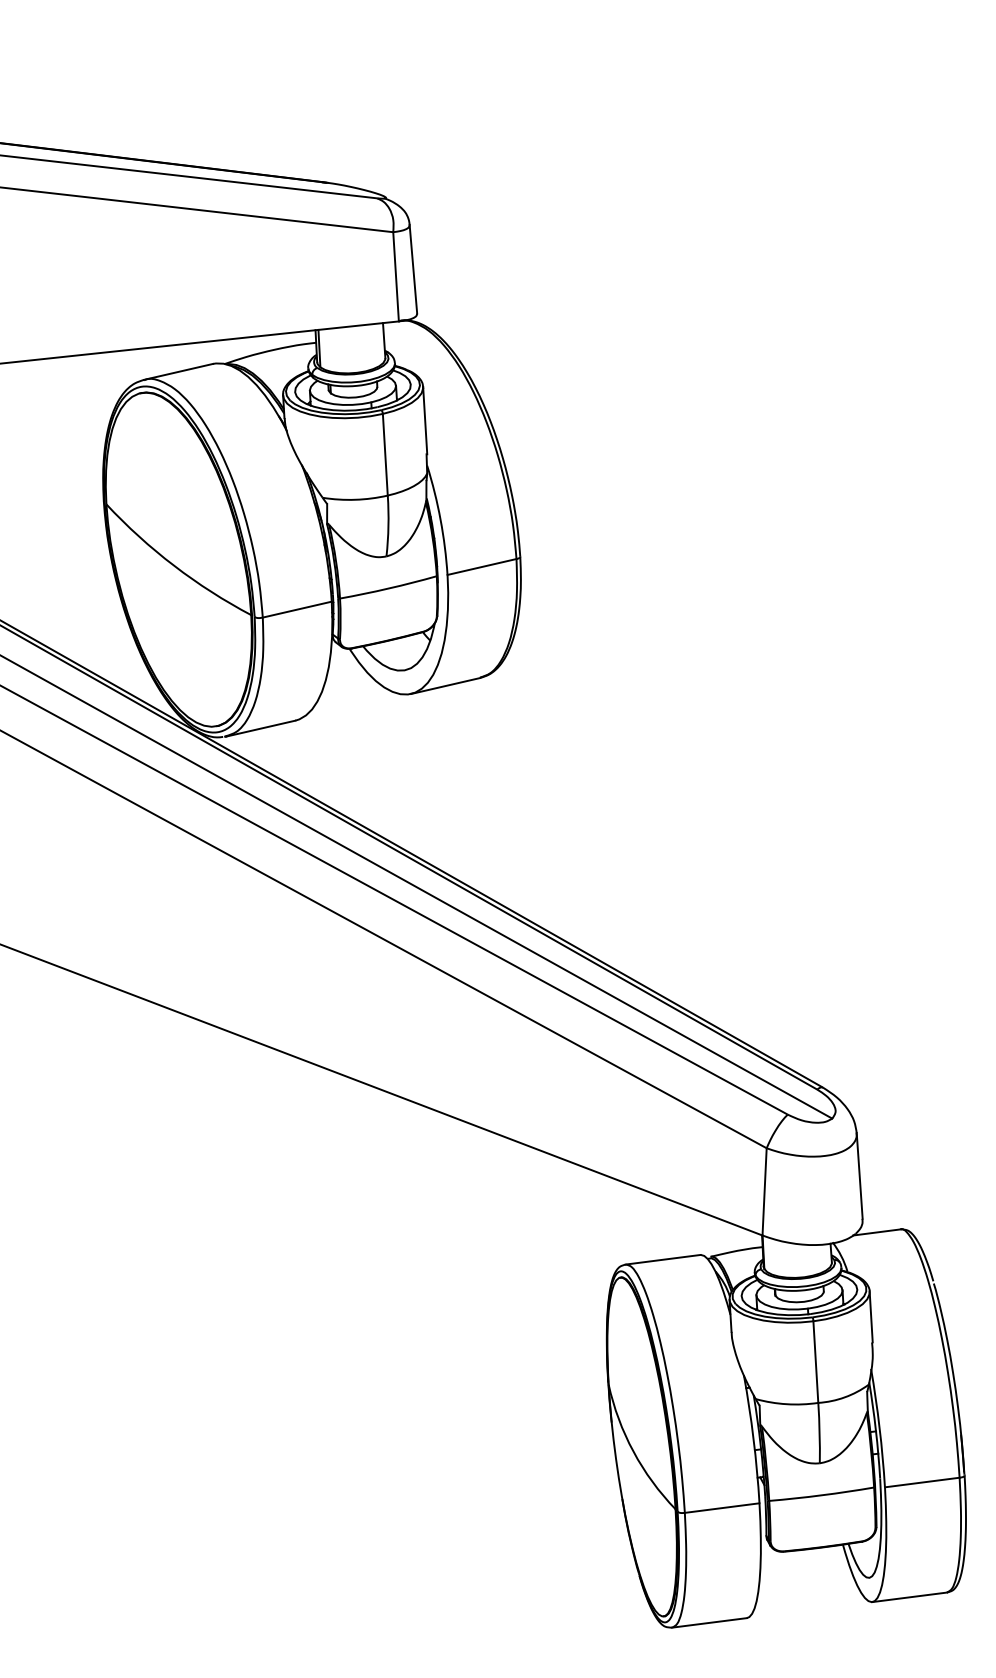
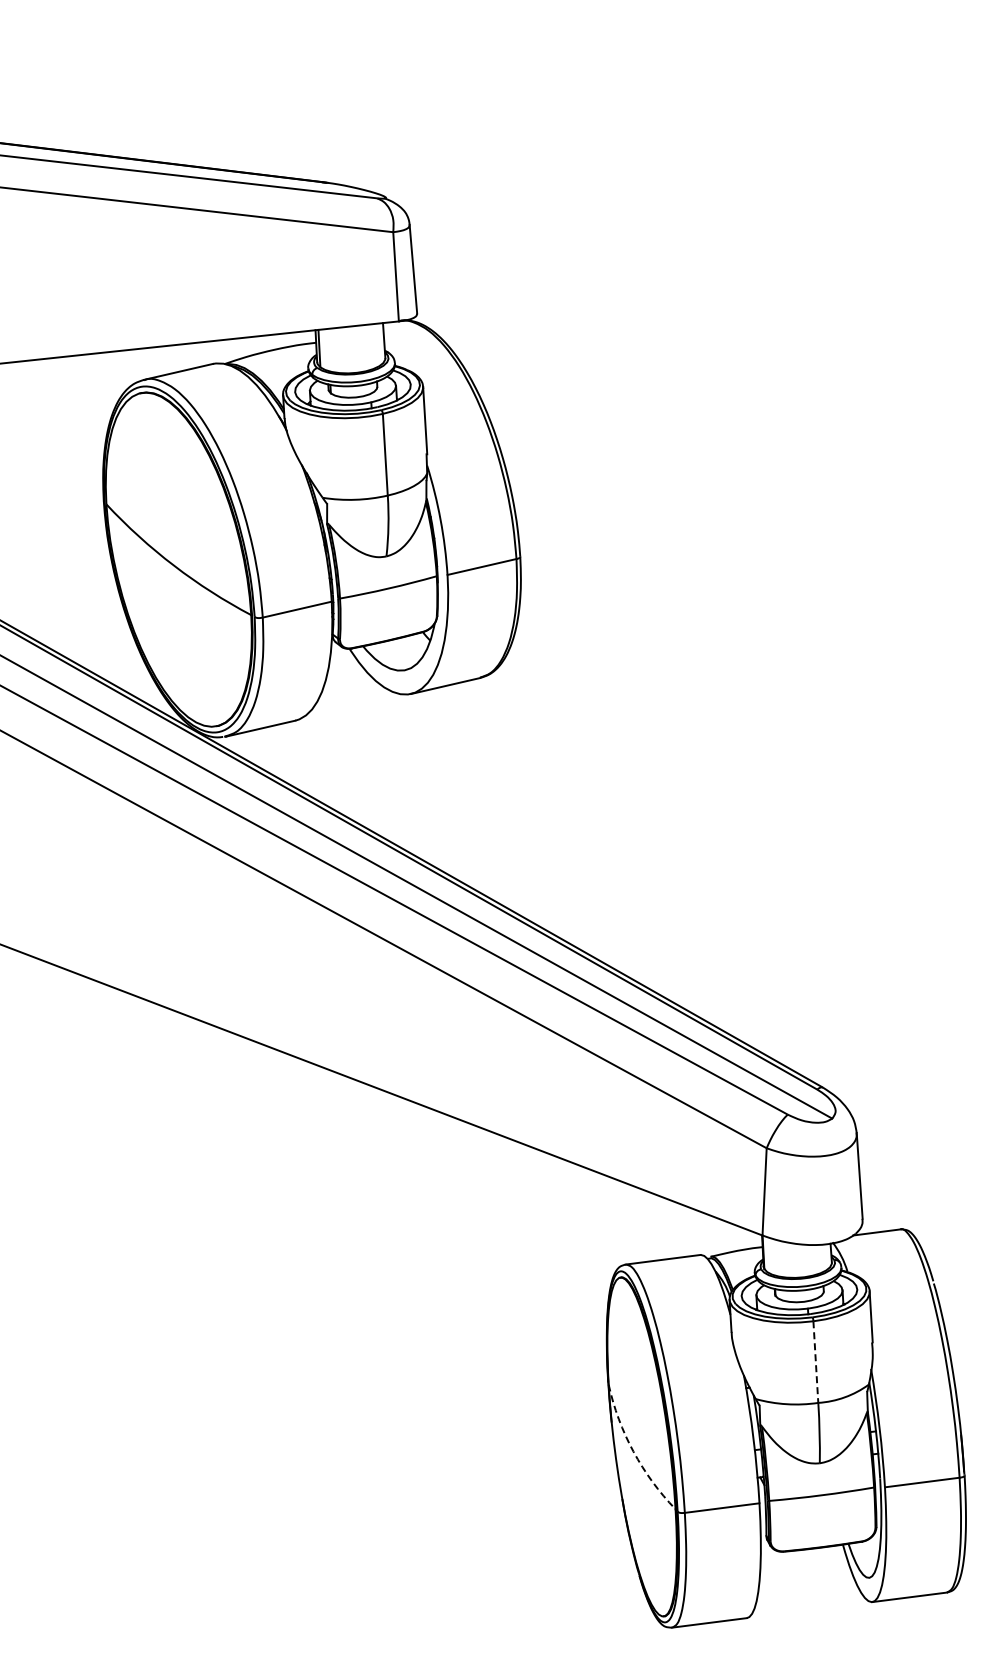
line at (815, 1362): solid -> dashed
arc at (633, 1451): solid -> dashed
